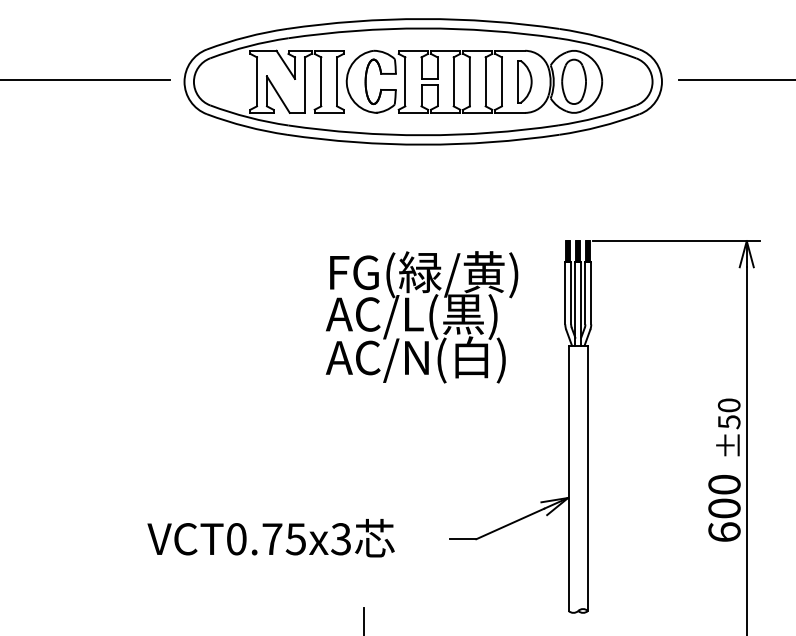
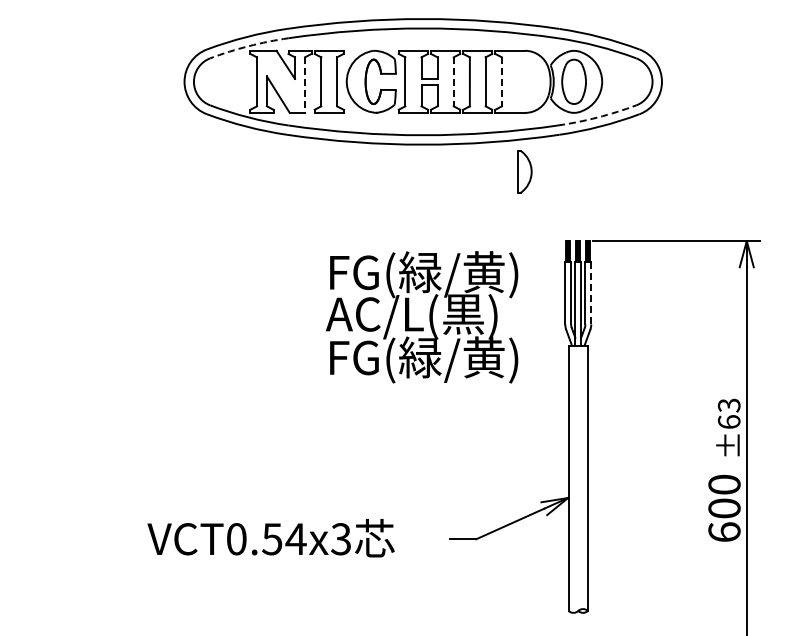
arc at (248, 46): solid -> dashed
line at (86, 79): present -> none
line at (735, 79): present -> none
line at (453, 81): solid -> dashed
line at (501, 81): solid -> dashed
part at (524, 81) position: (524, 81) -> (524, 171)
line at (305, 85): solid -> dashed
arc at (597, 117): solid -> dashed
line at (591, 292): solid -> dashed
text at (421, 359): AC/N(白) -> FG(緑/黄)
text at (728, 413): ±50 -> ±63
text at (284, 539): VCT0.75x3 -> VCT0.54x3
line at (363, 619): present -> none
